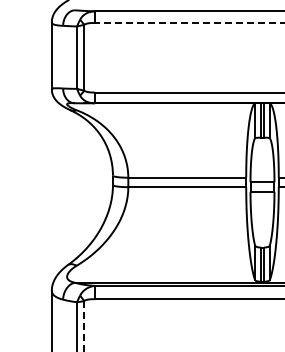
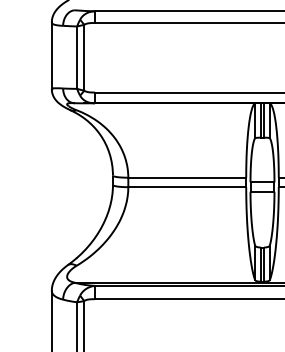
line at (190, 22): dashed -> solid
line at (84, 326): dashed -> solid
